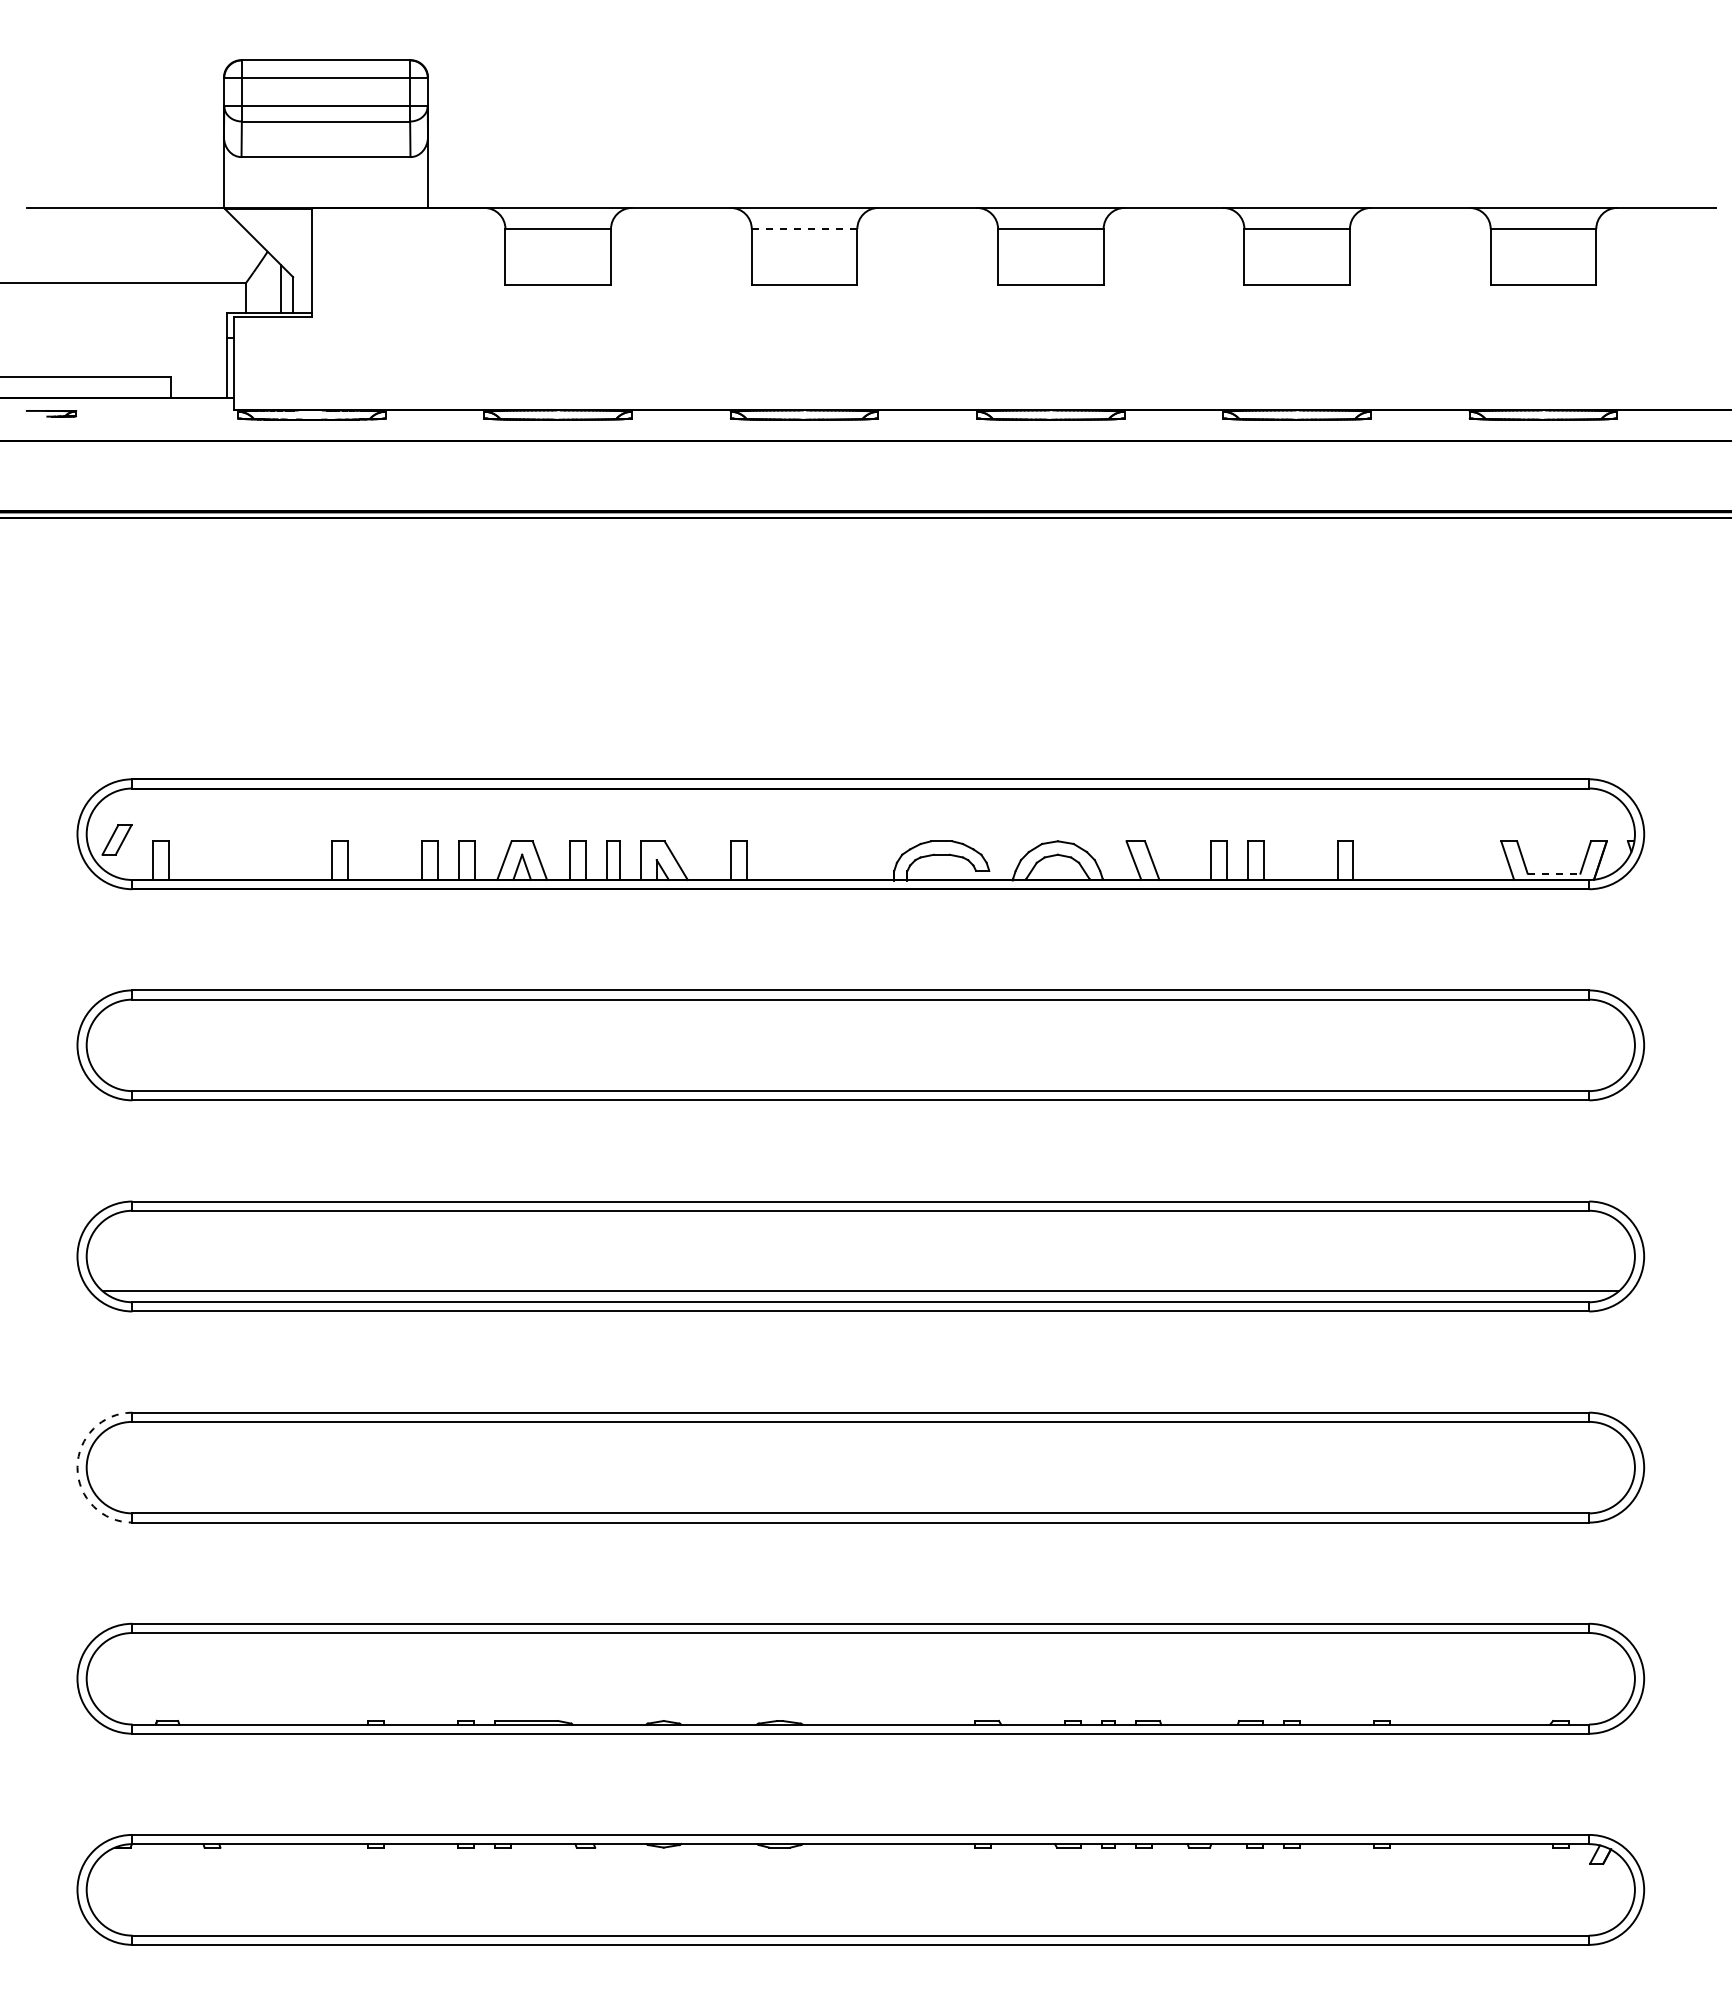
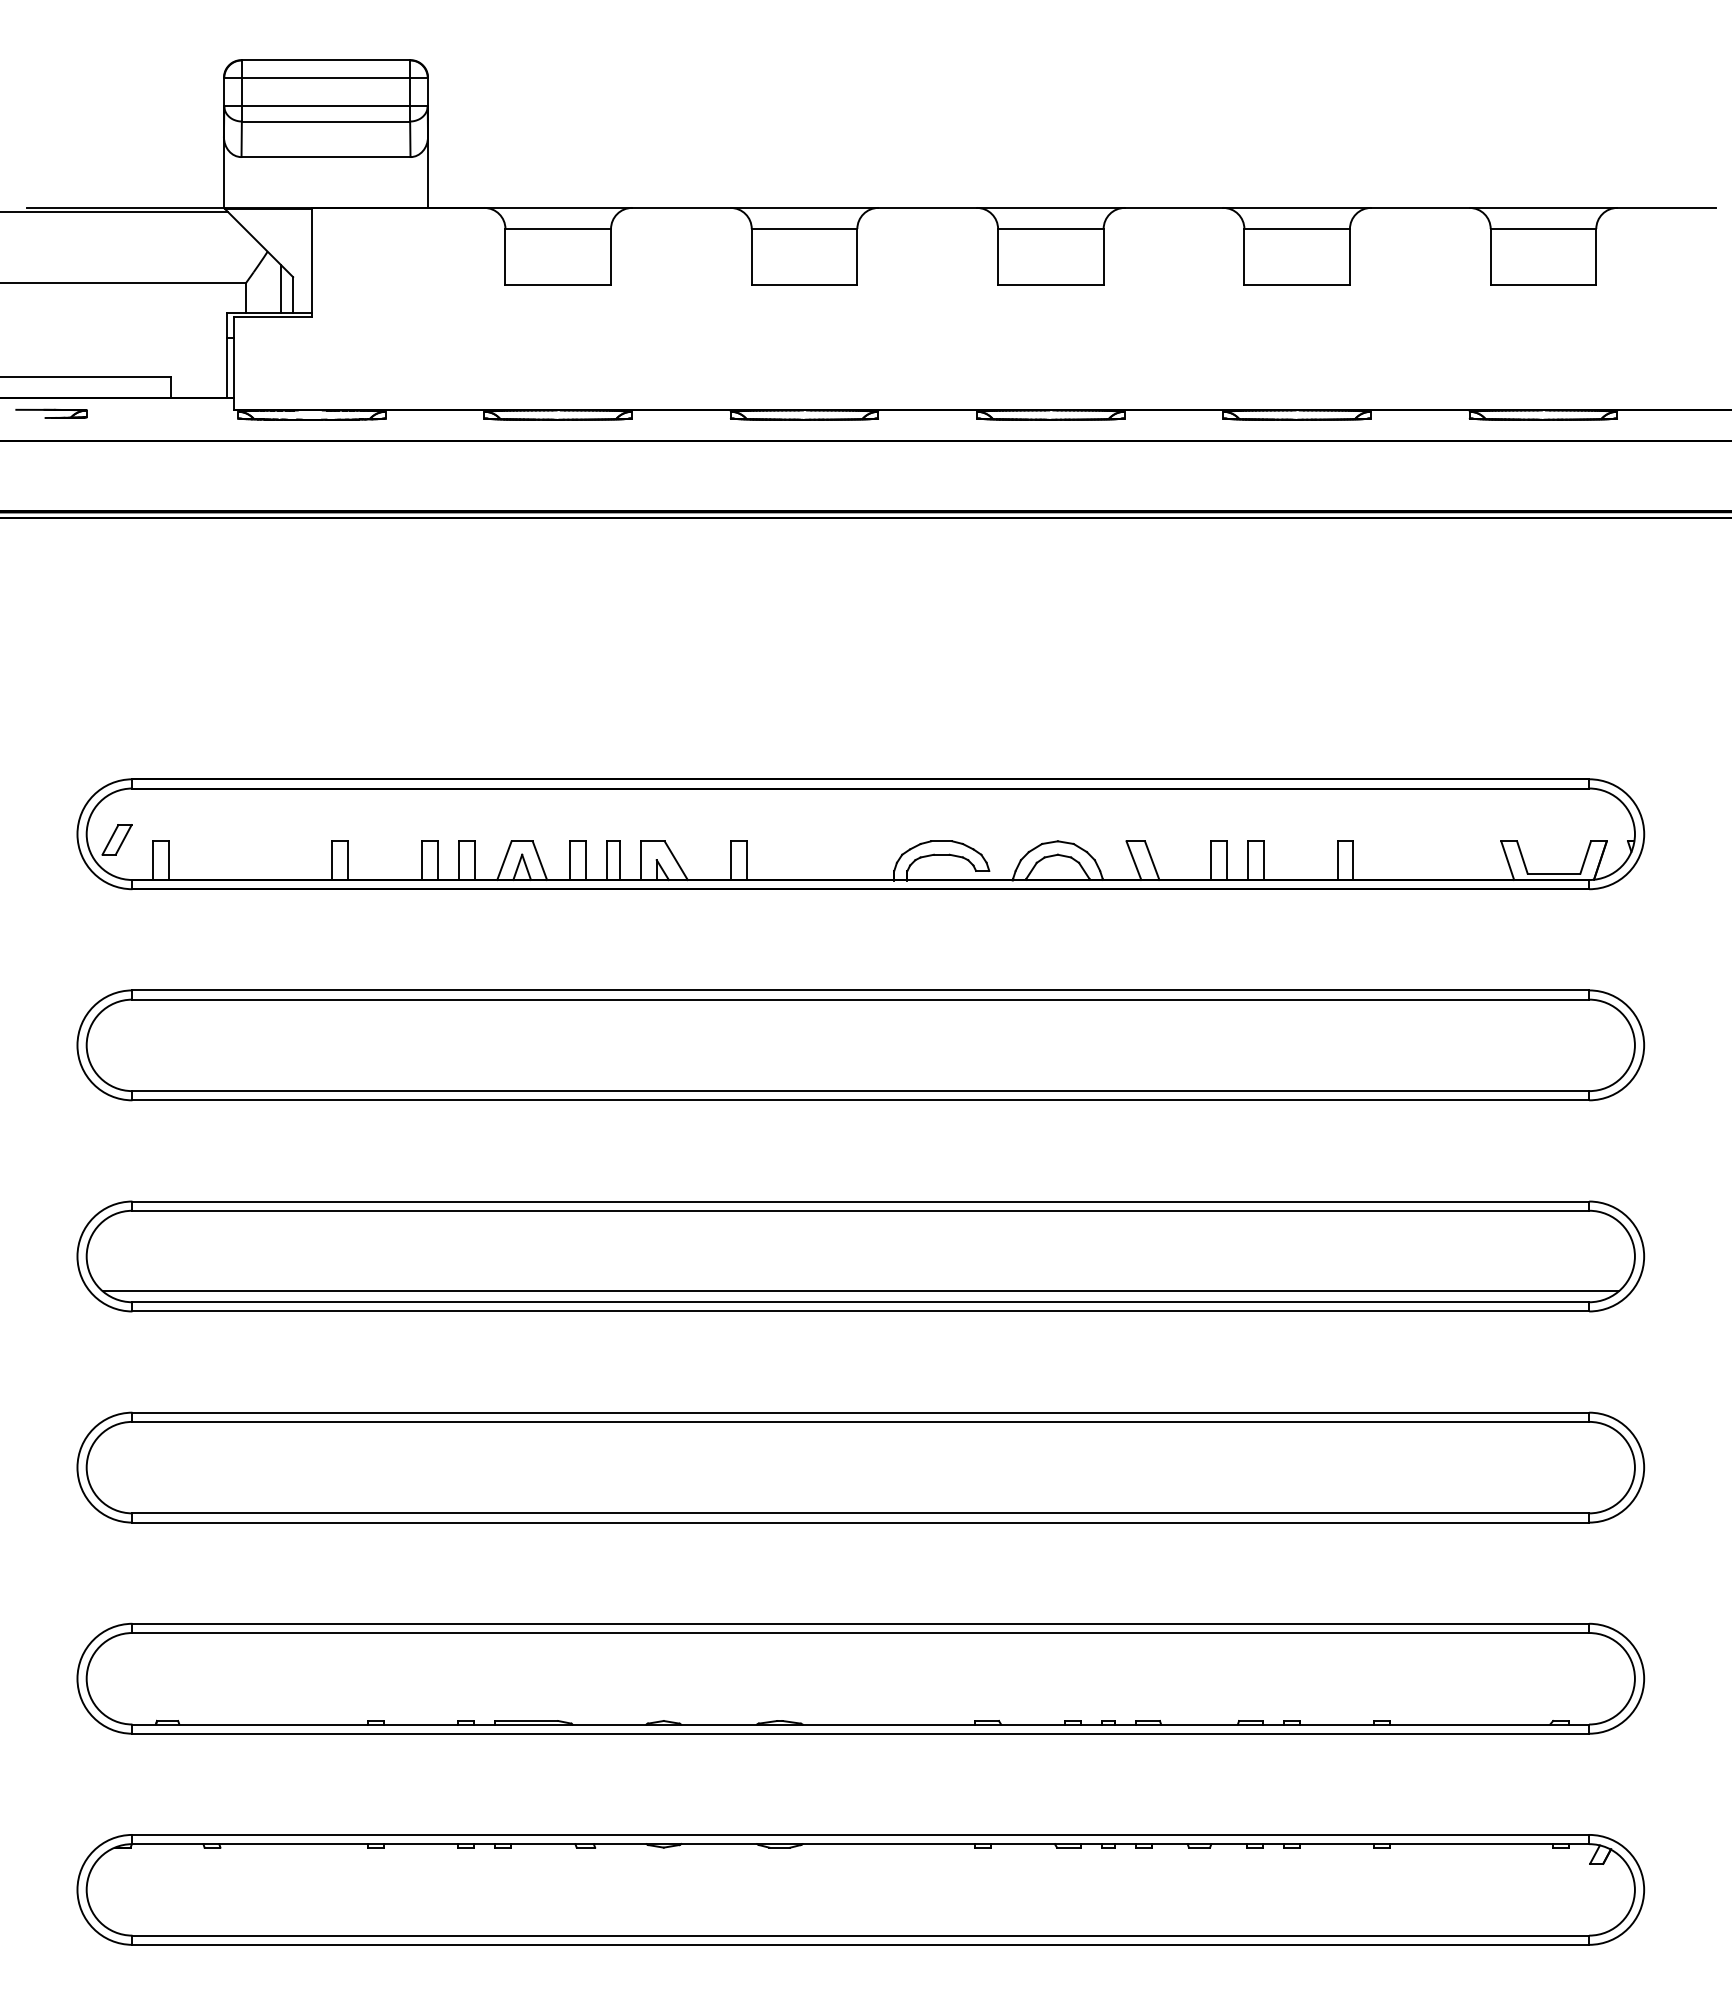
line at (115, 212): none -> present
line at (804, 229): dashed -> solid
part at (51, 413) size: 51x8 px -> 73x11 px
line at (1554, 873): dashed -> solid
arc at (77, 1467): dashed -> solid
